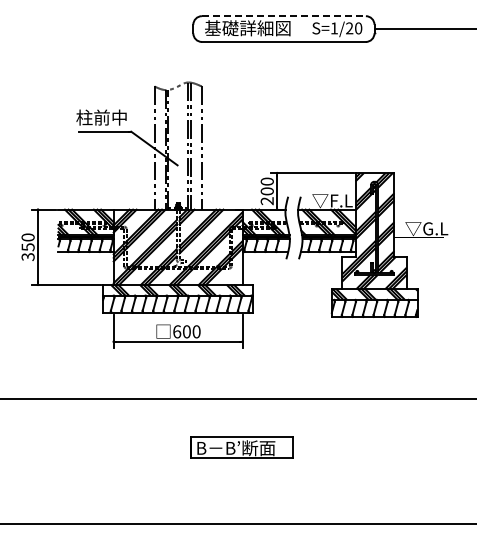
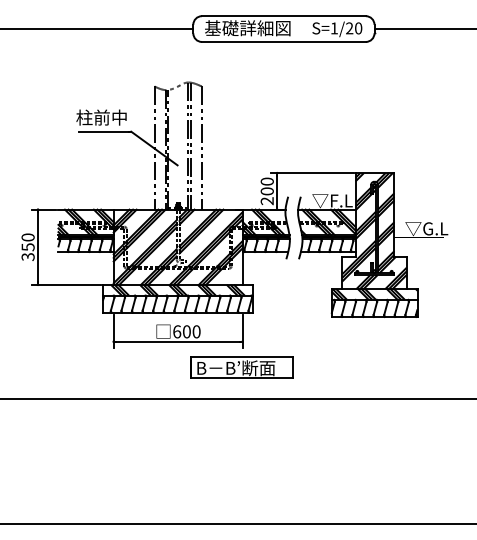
line at (283, 16): dashed -> solid
line at (97, 29): none -> present
part at (241, 447) position: (241, 447) -> (241, 367)
